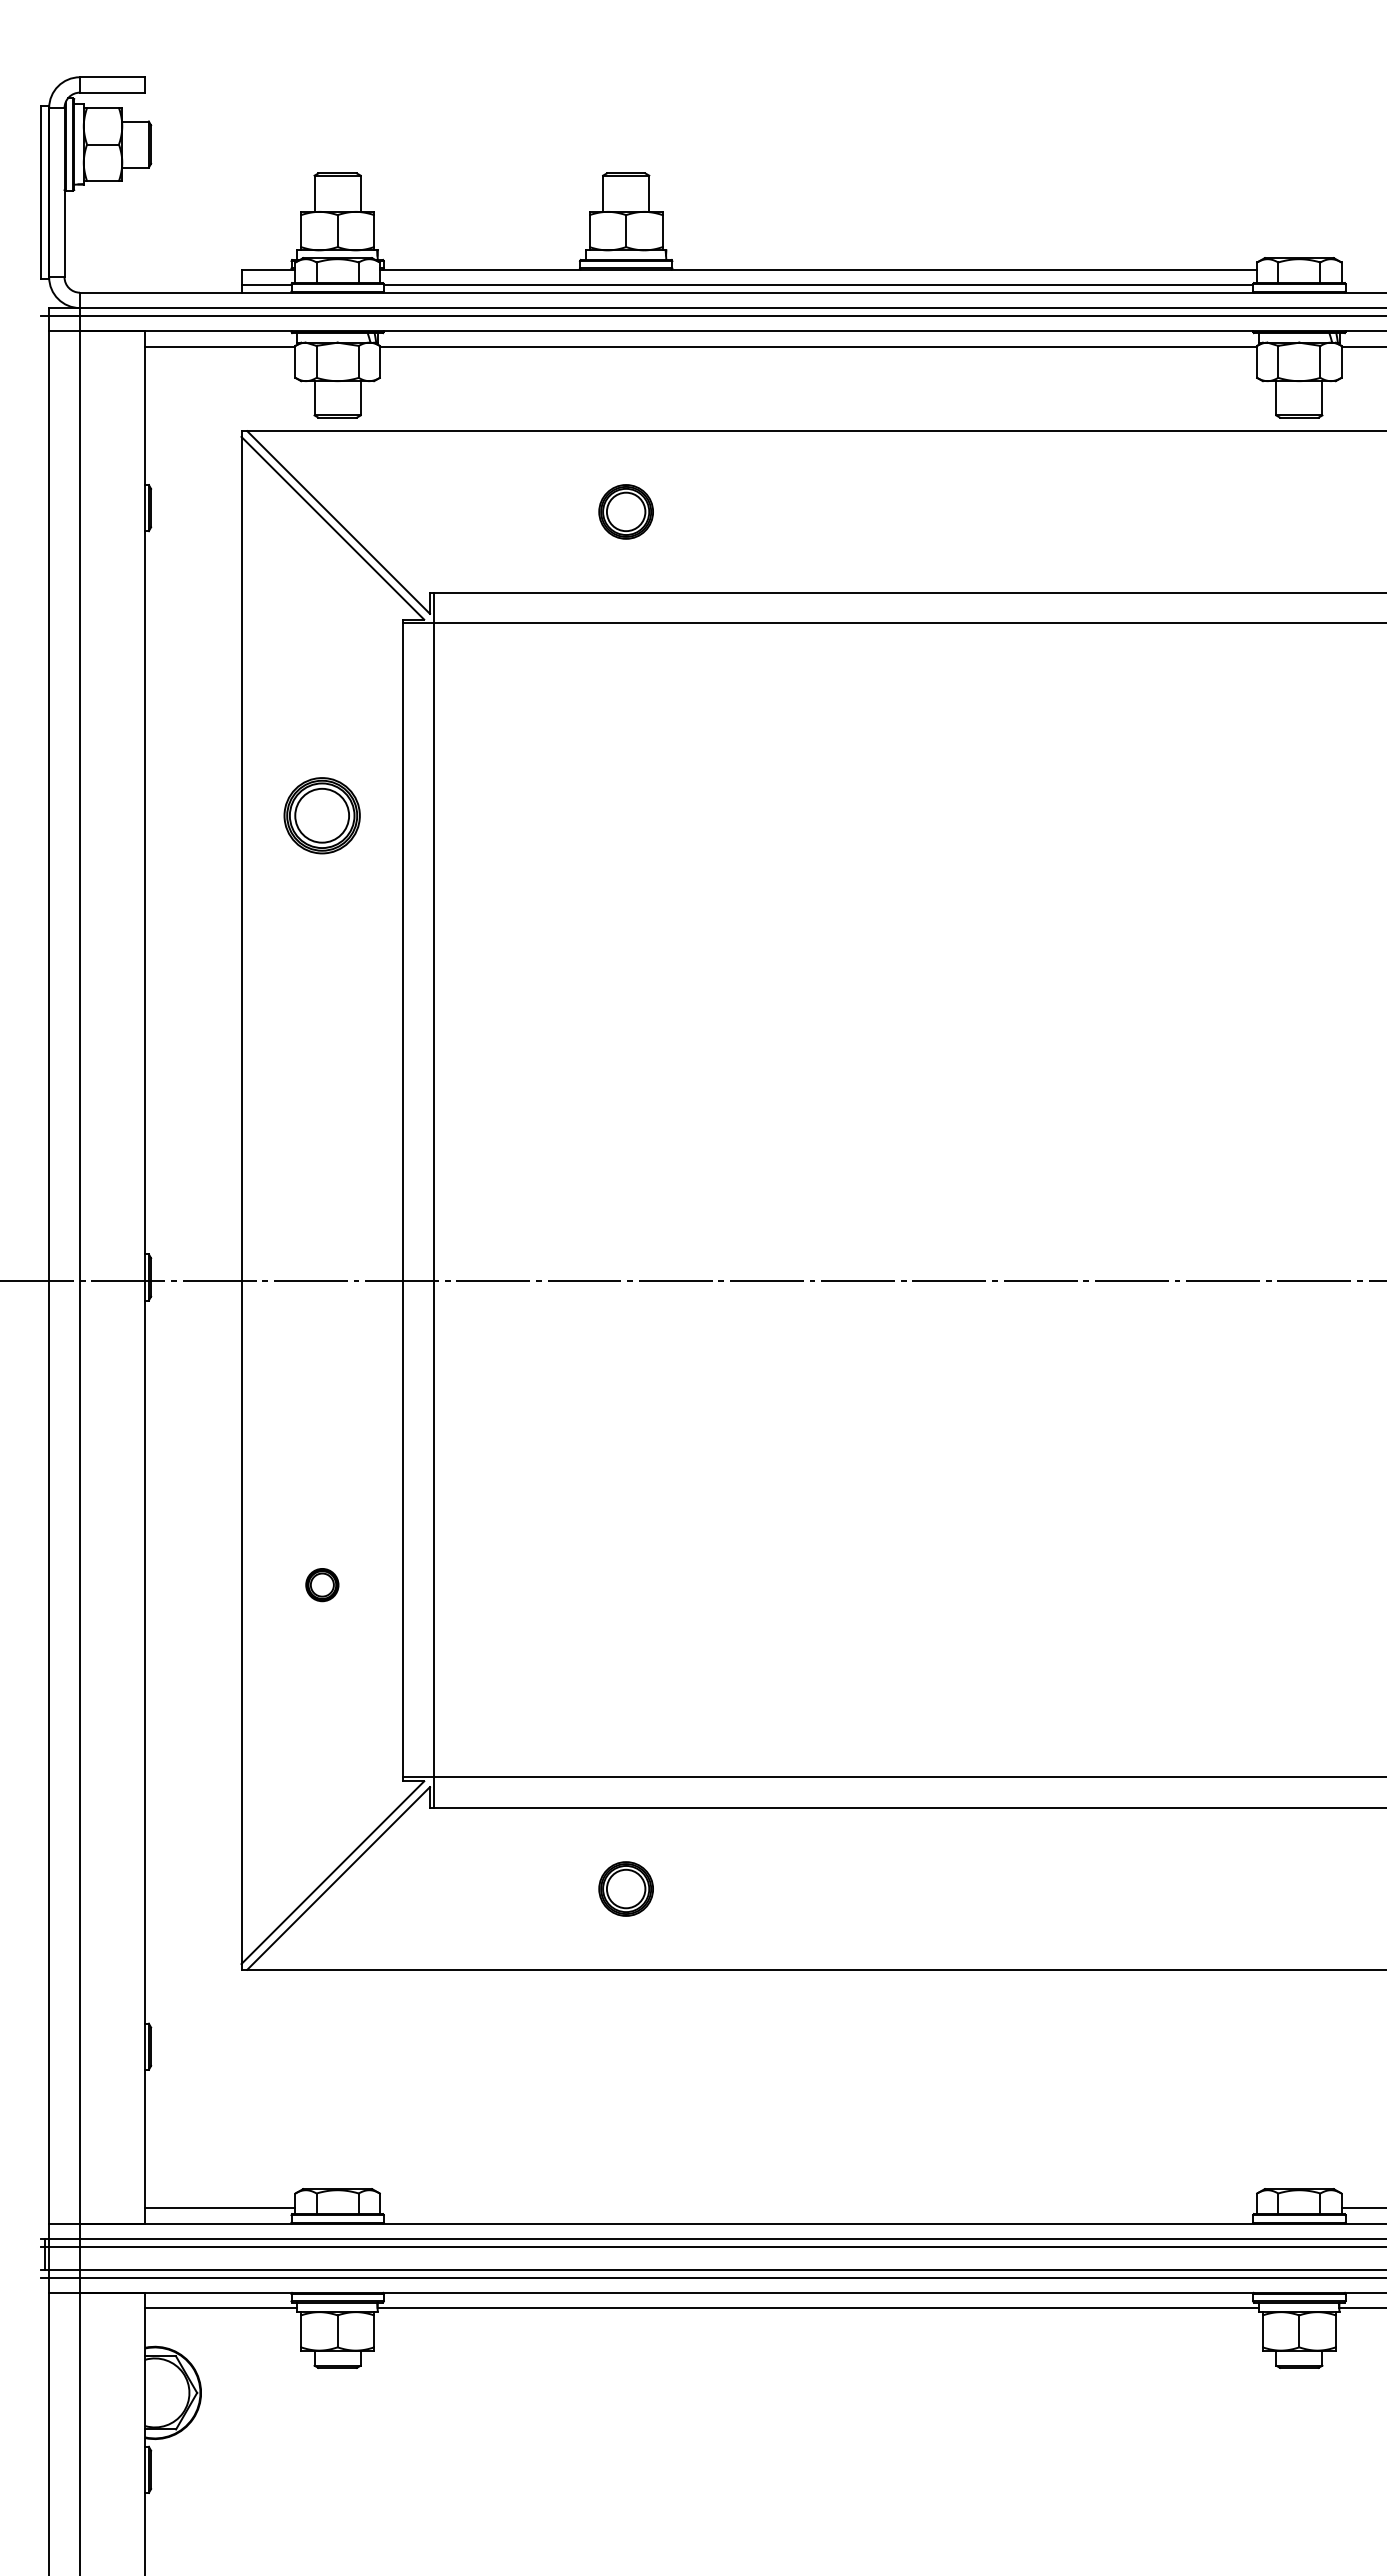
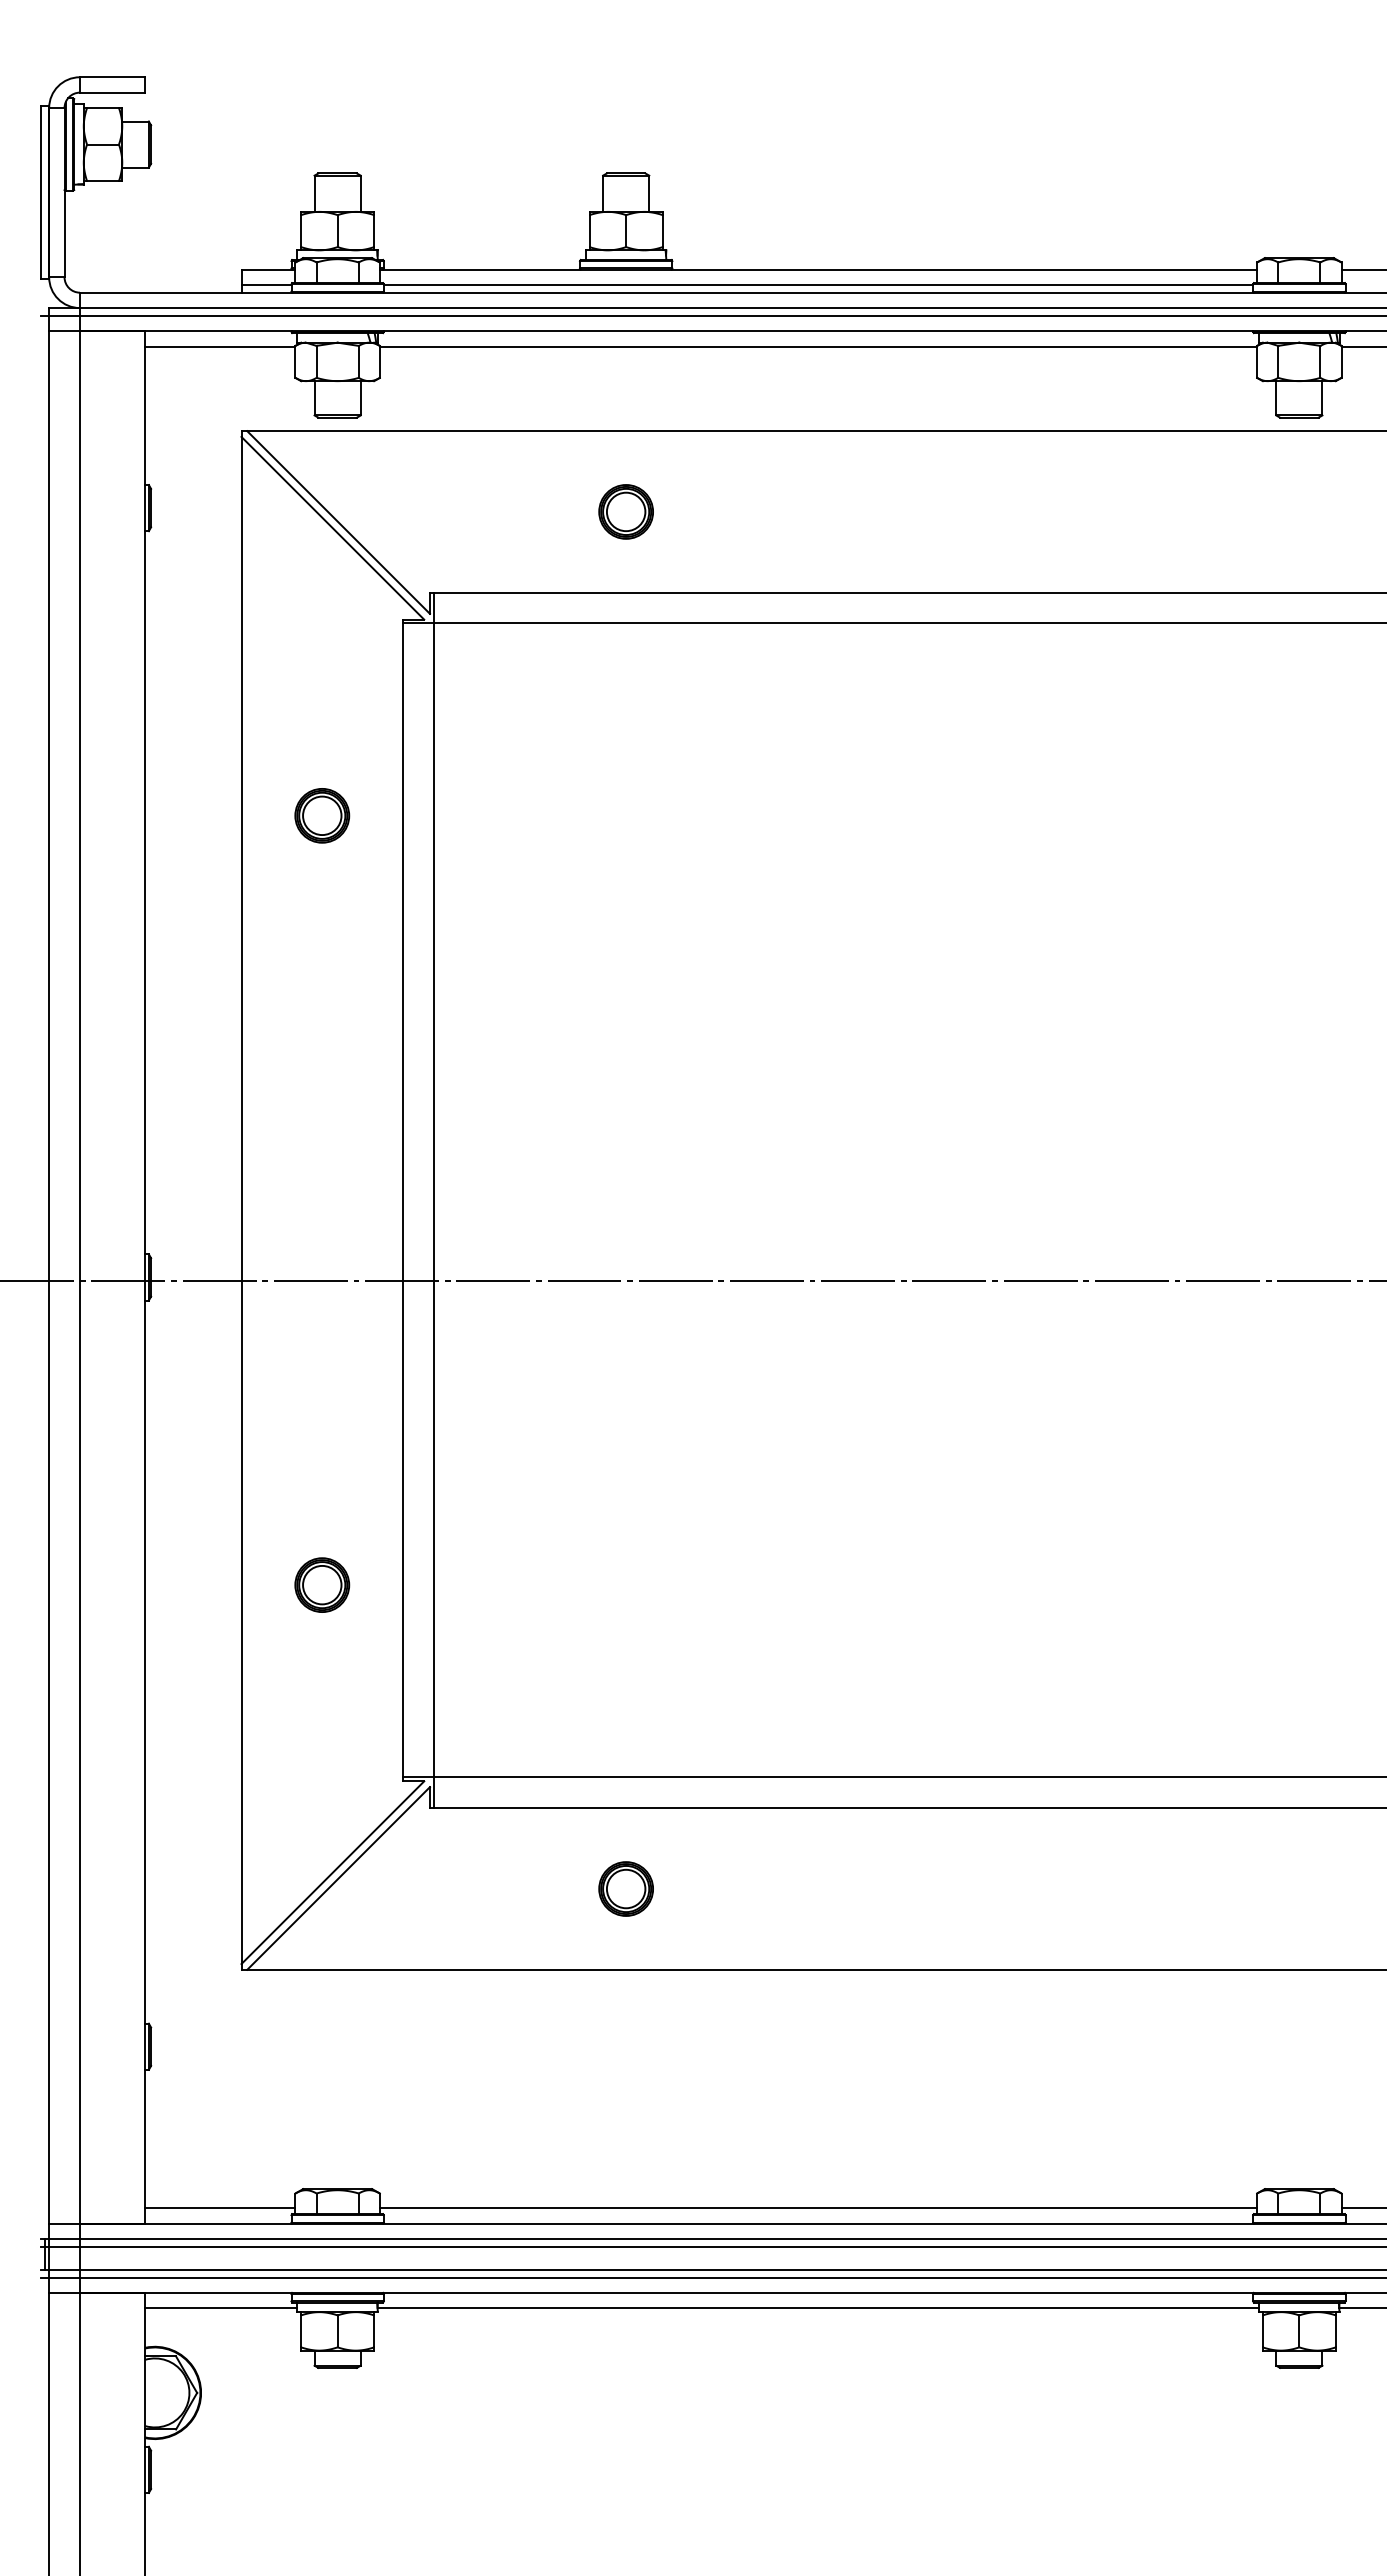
line at (1362, 269): none -> present
part at (321, 815) size: 78x78 px -> 57x56 px
part at (322, 1585) size: 35x35 px -> 57x56 px
line at (818, 2208): none -> present
